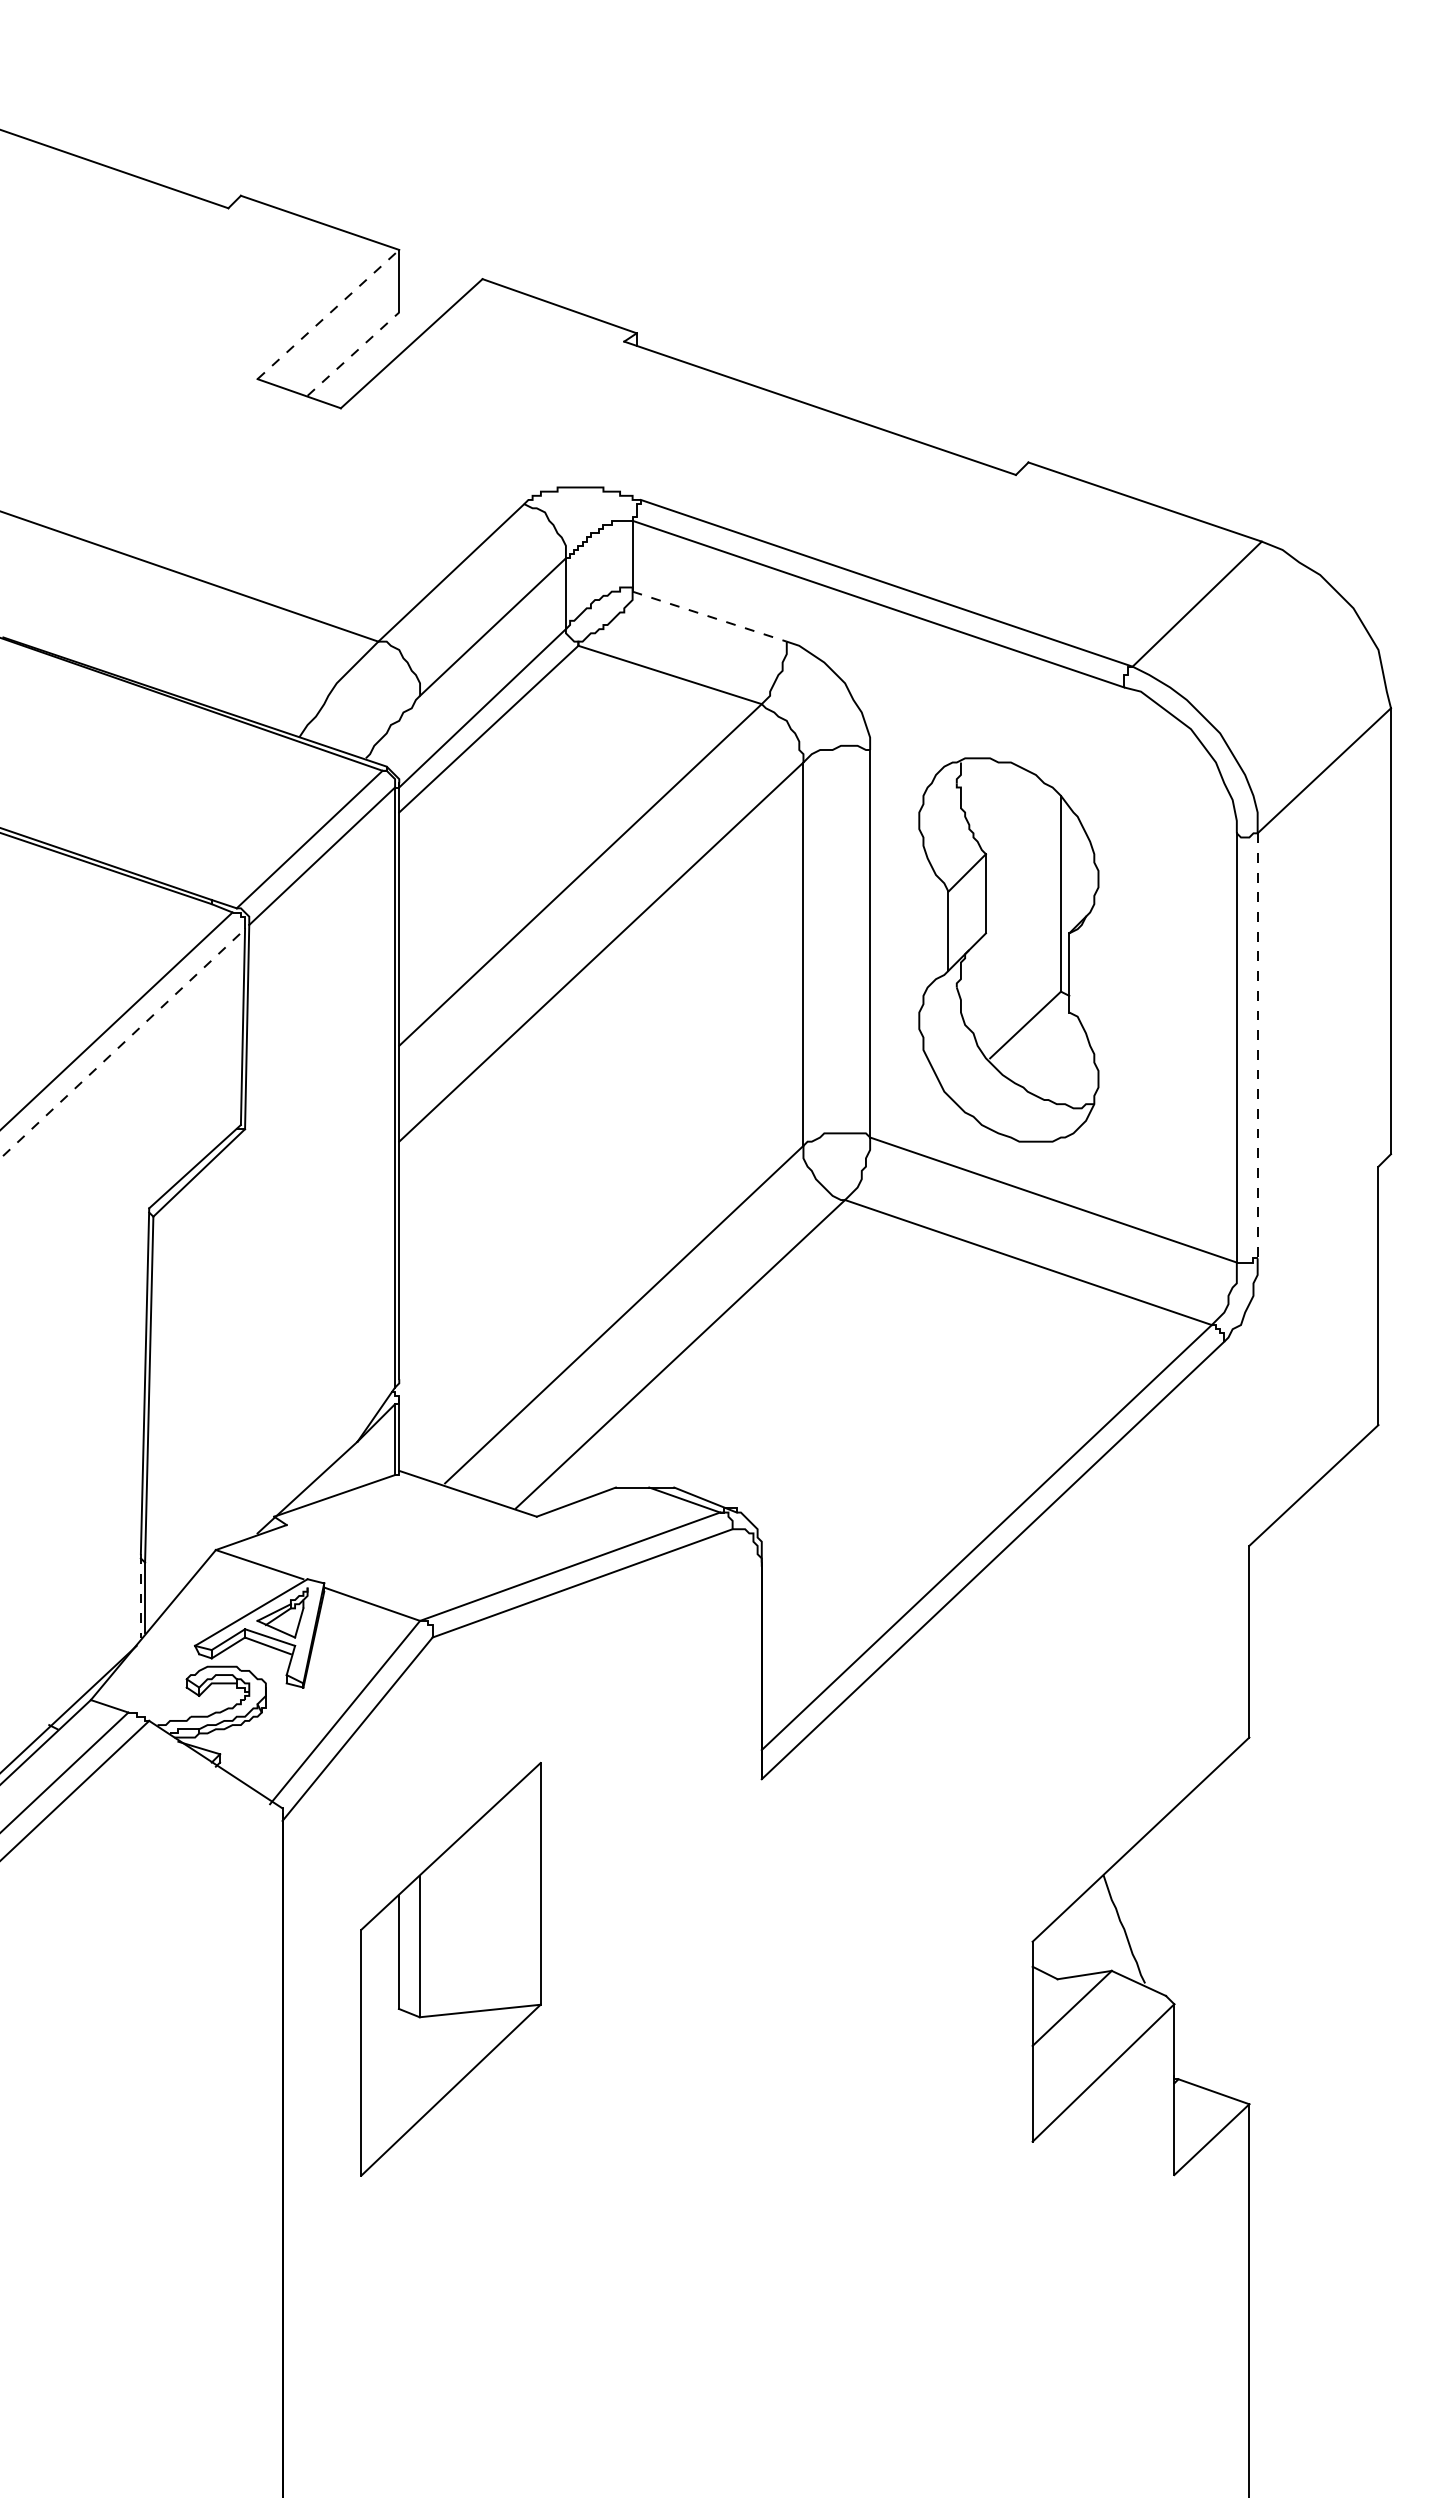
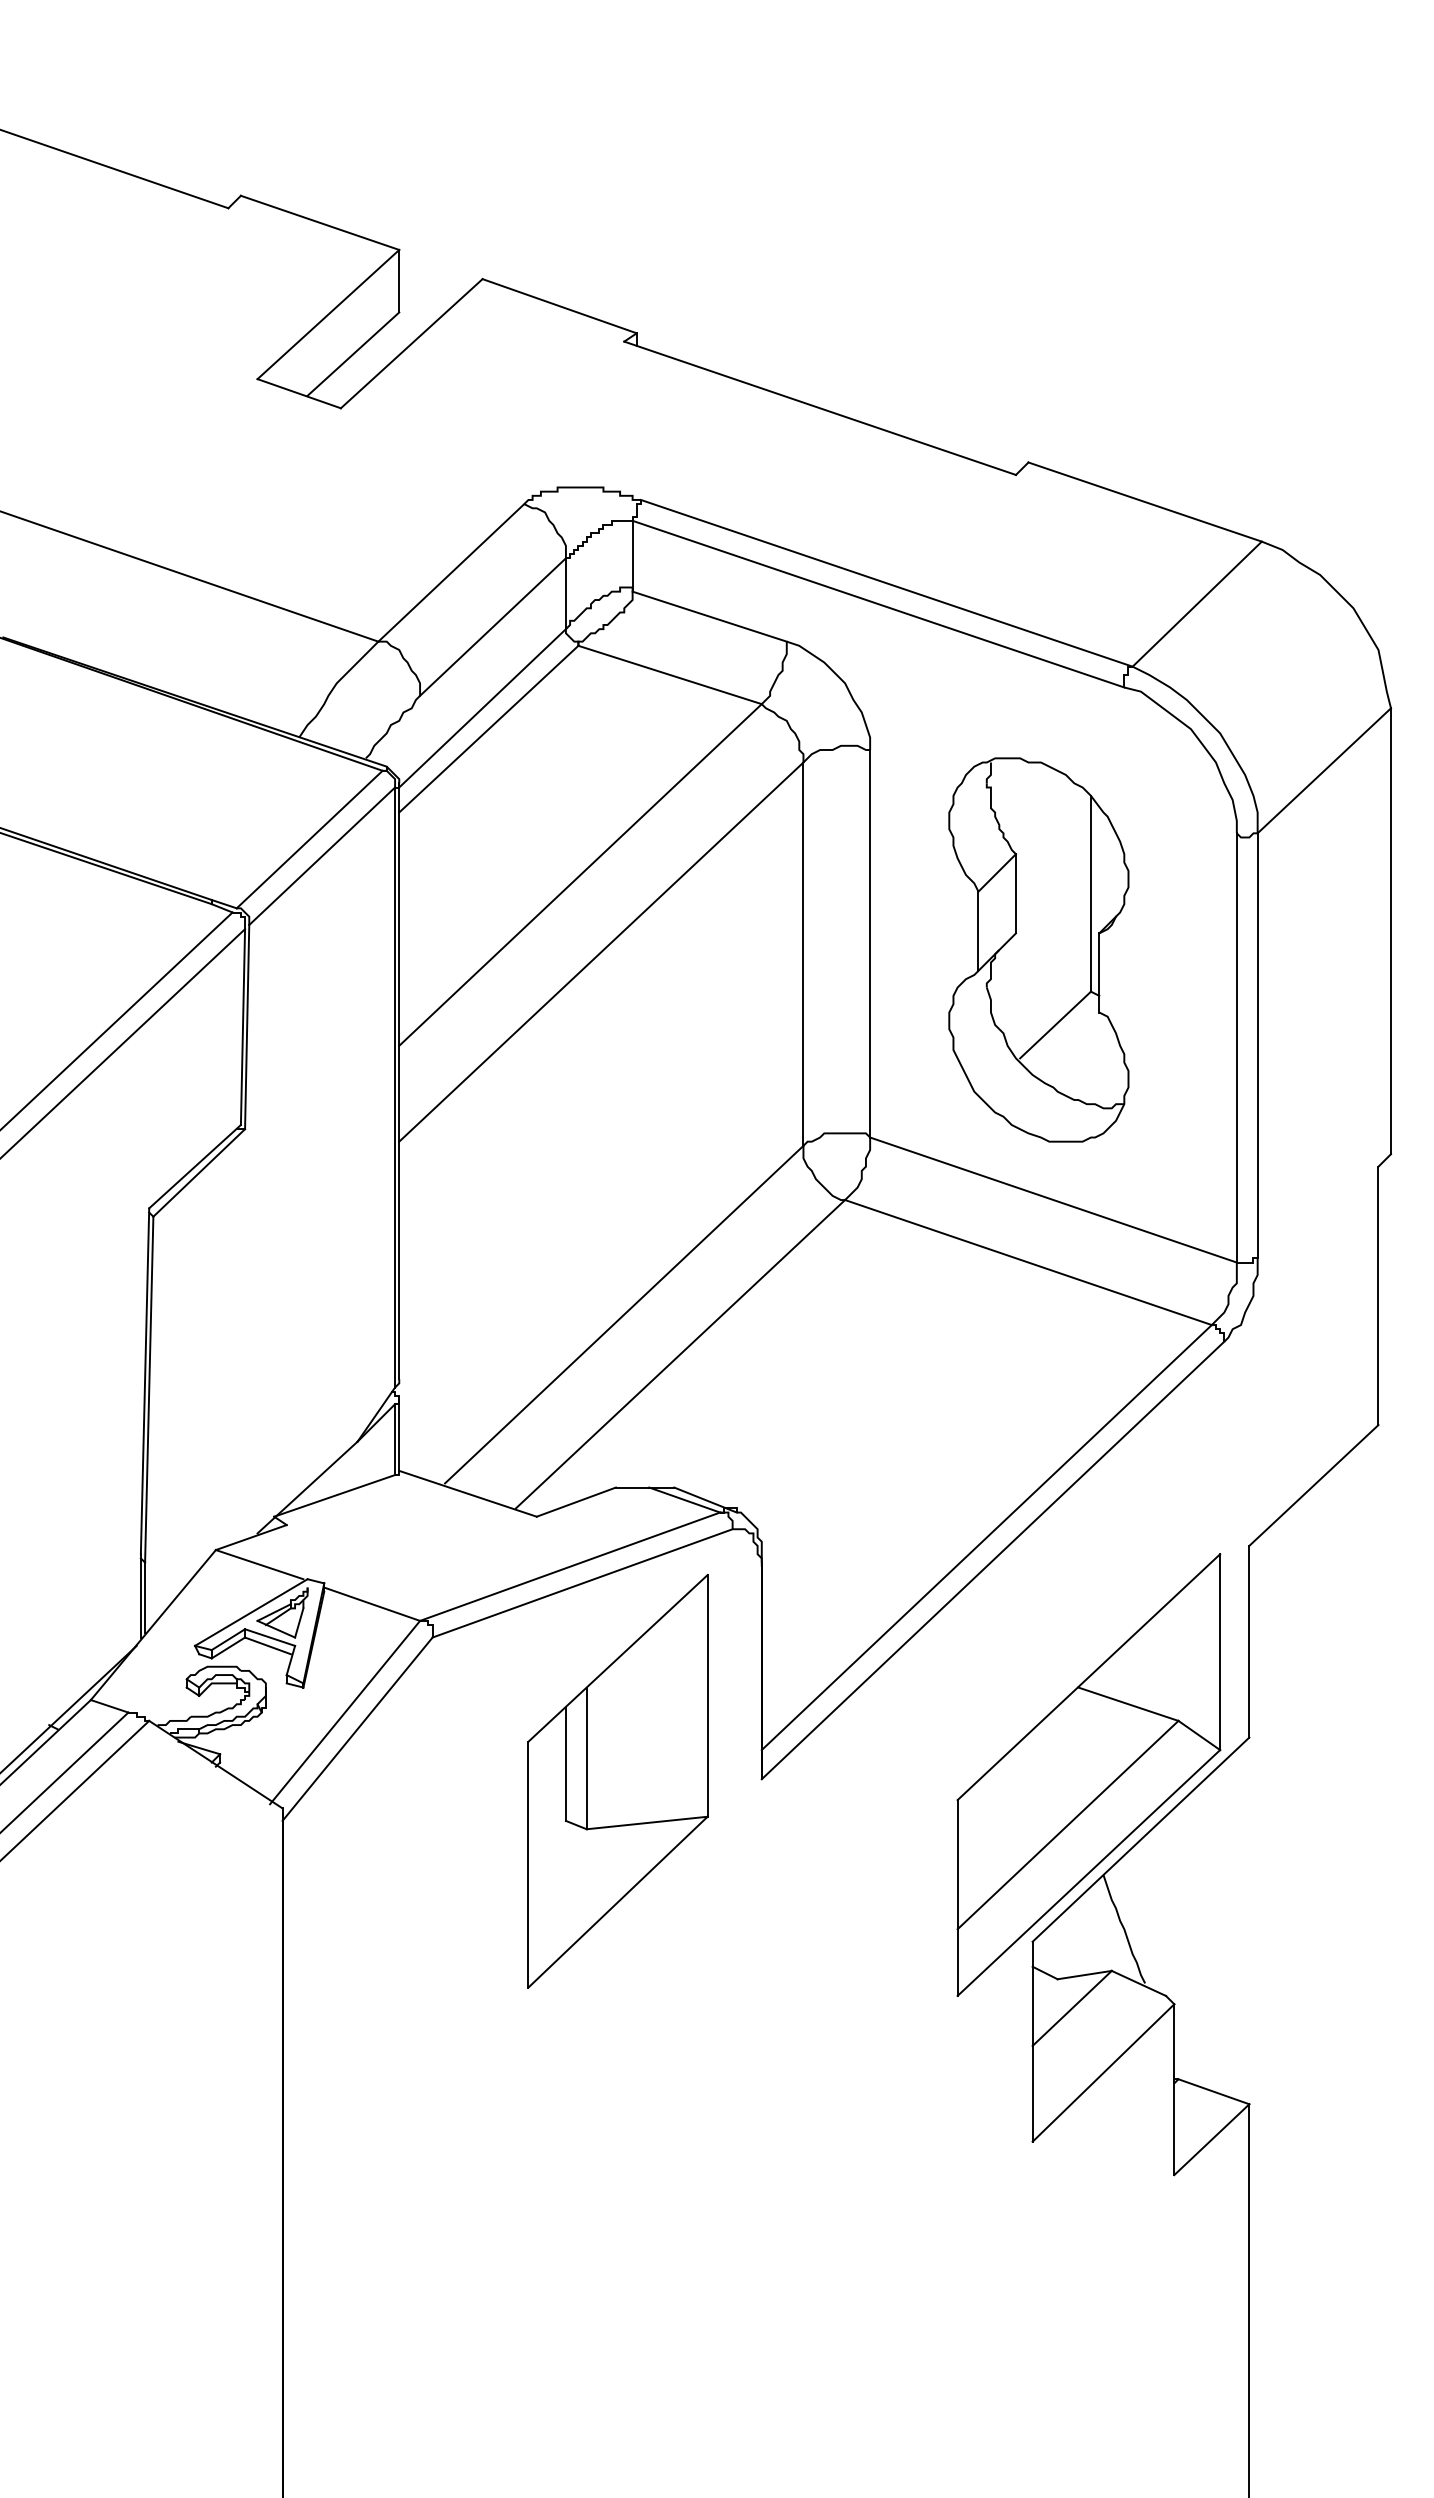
line at (328, 314): dashed -> solid
line at (353, 354): dashed -> solid
line at (710, 616): dashed -> solid
part at (1008, 949) position: (1008, 949) -> (1038, 949)
line at (122, 1043): dashed -> solid
line at (1257, 1045): dashed -> solid
line at (140, 1595): dashed -> solid
part at (1088, 1774): none -> present
part at (450, 1969) position: (450, 1969) -> (617, 1781)
